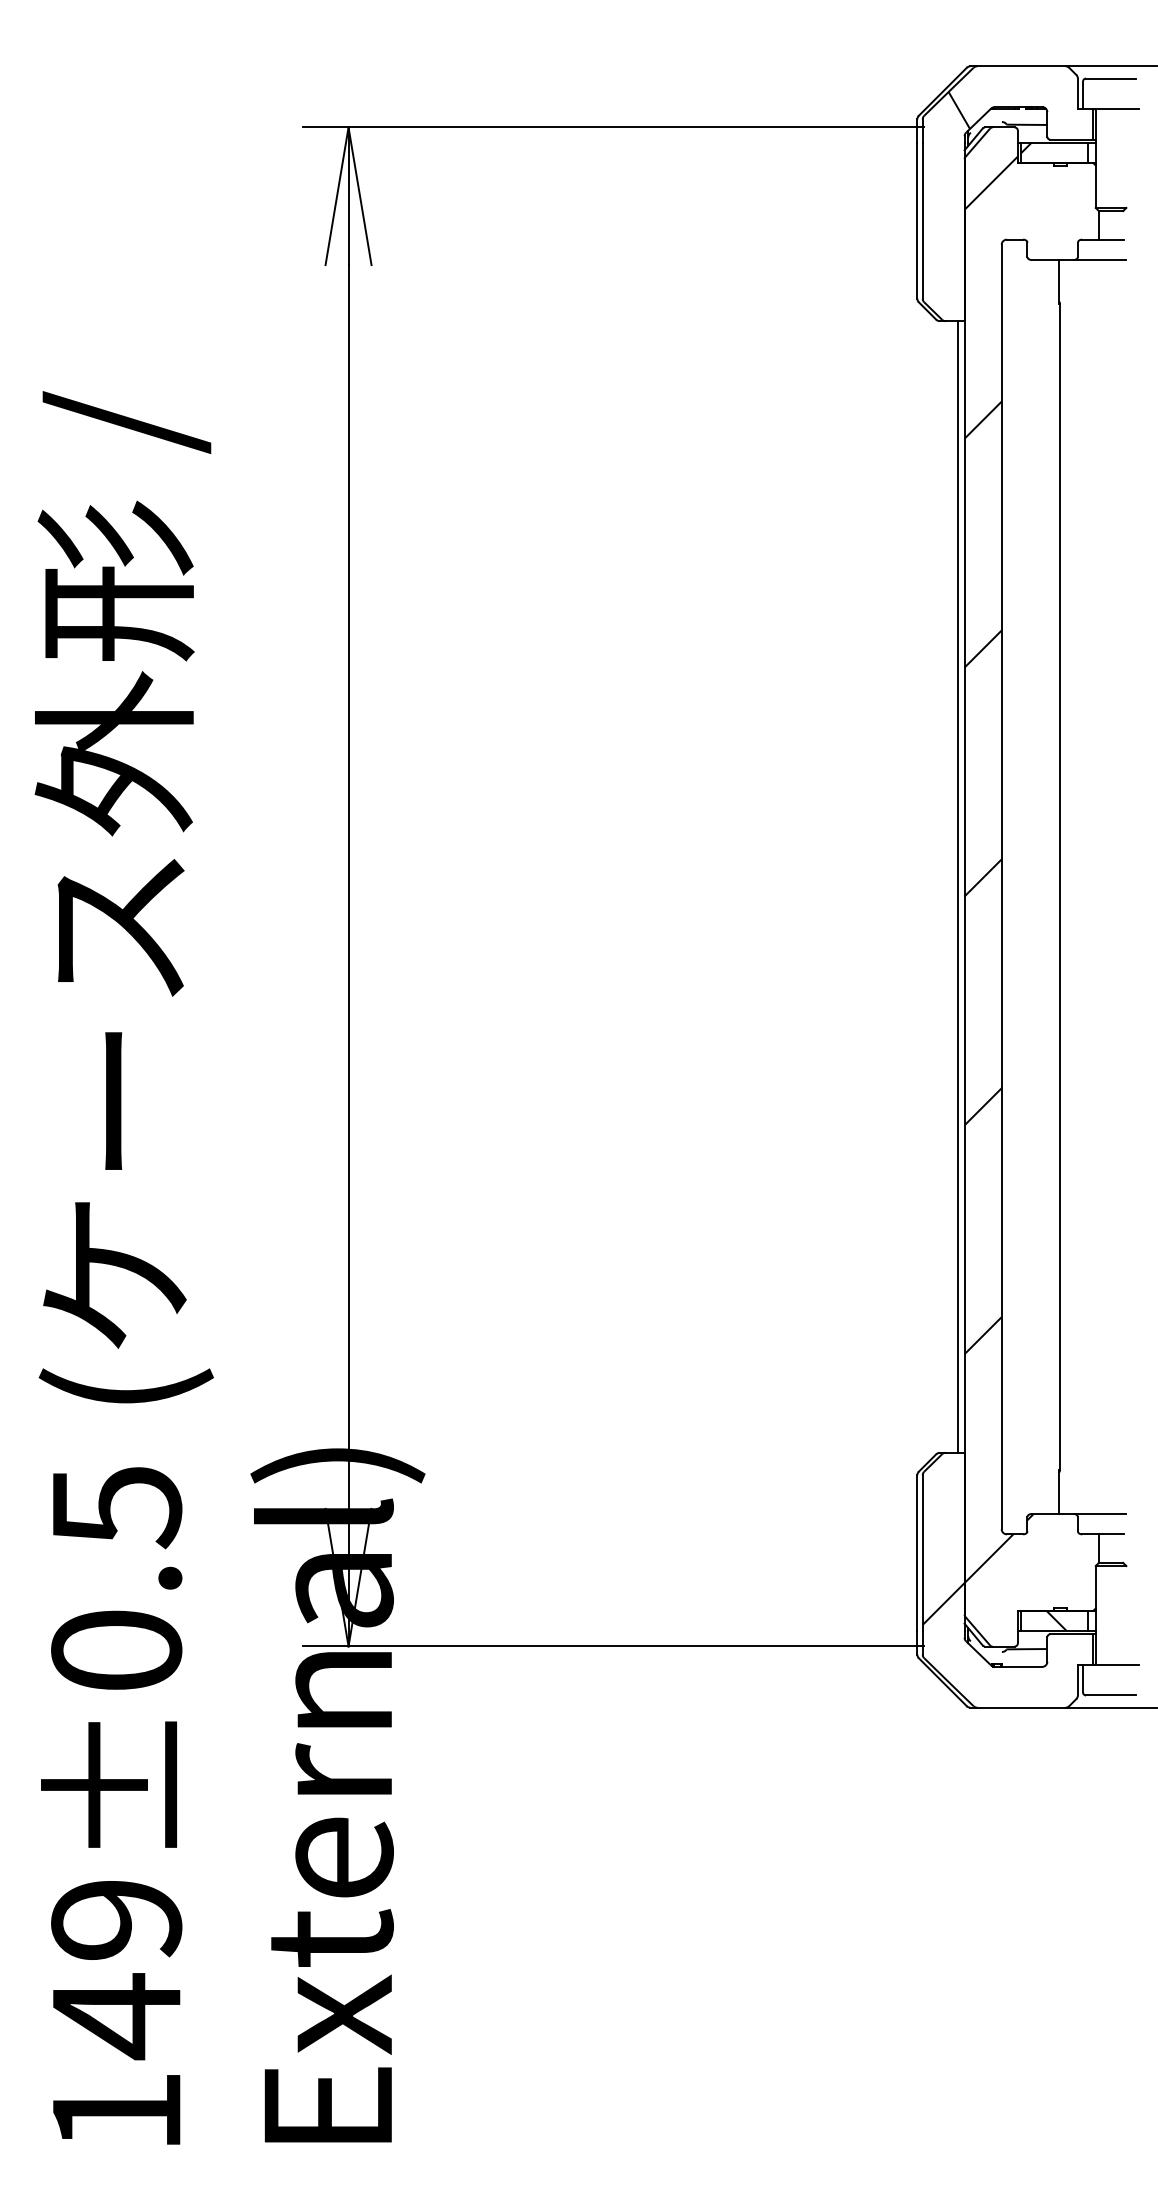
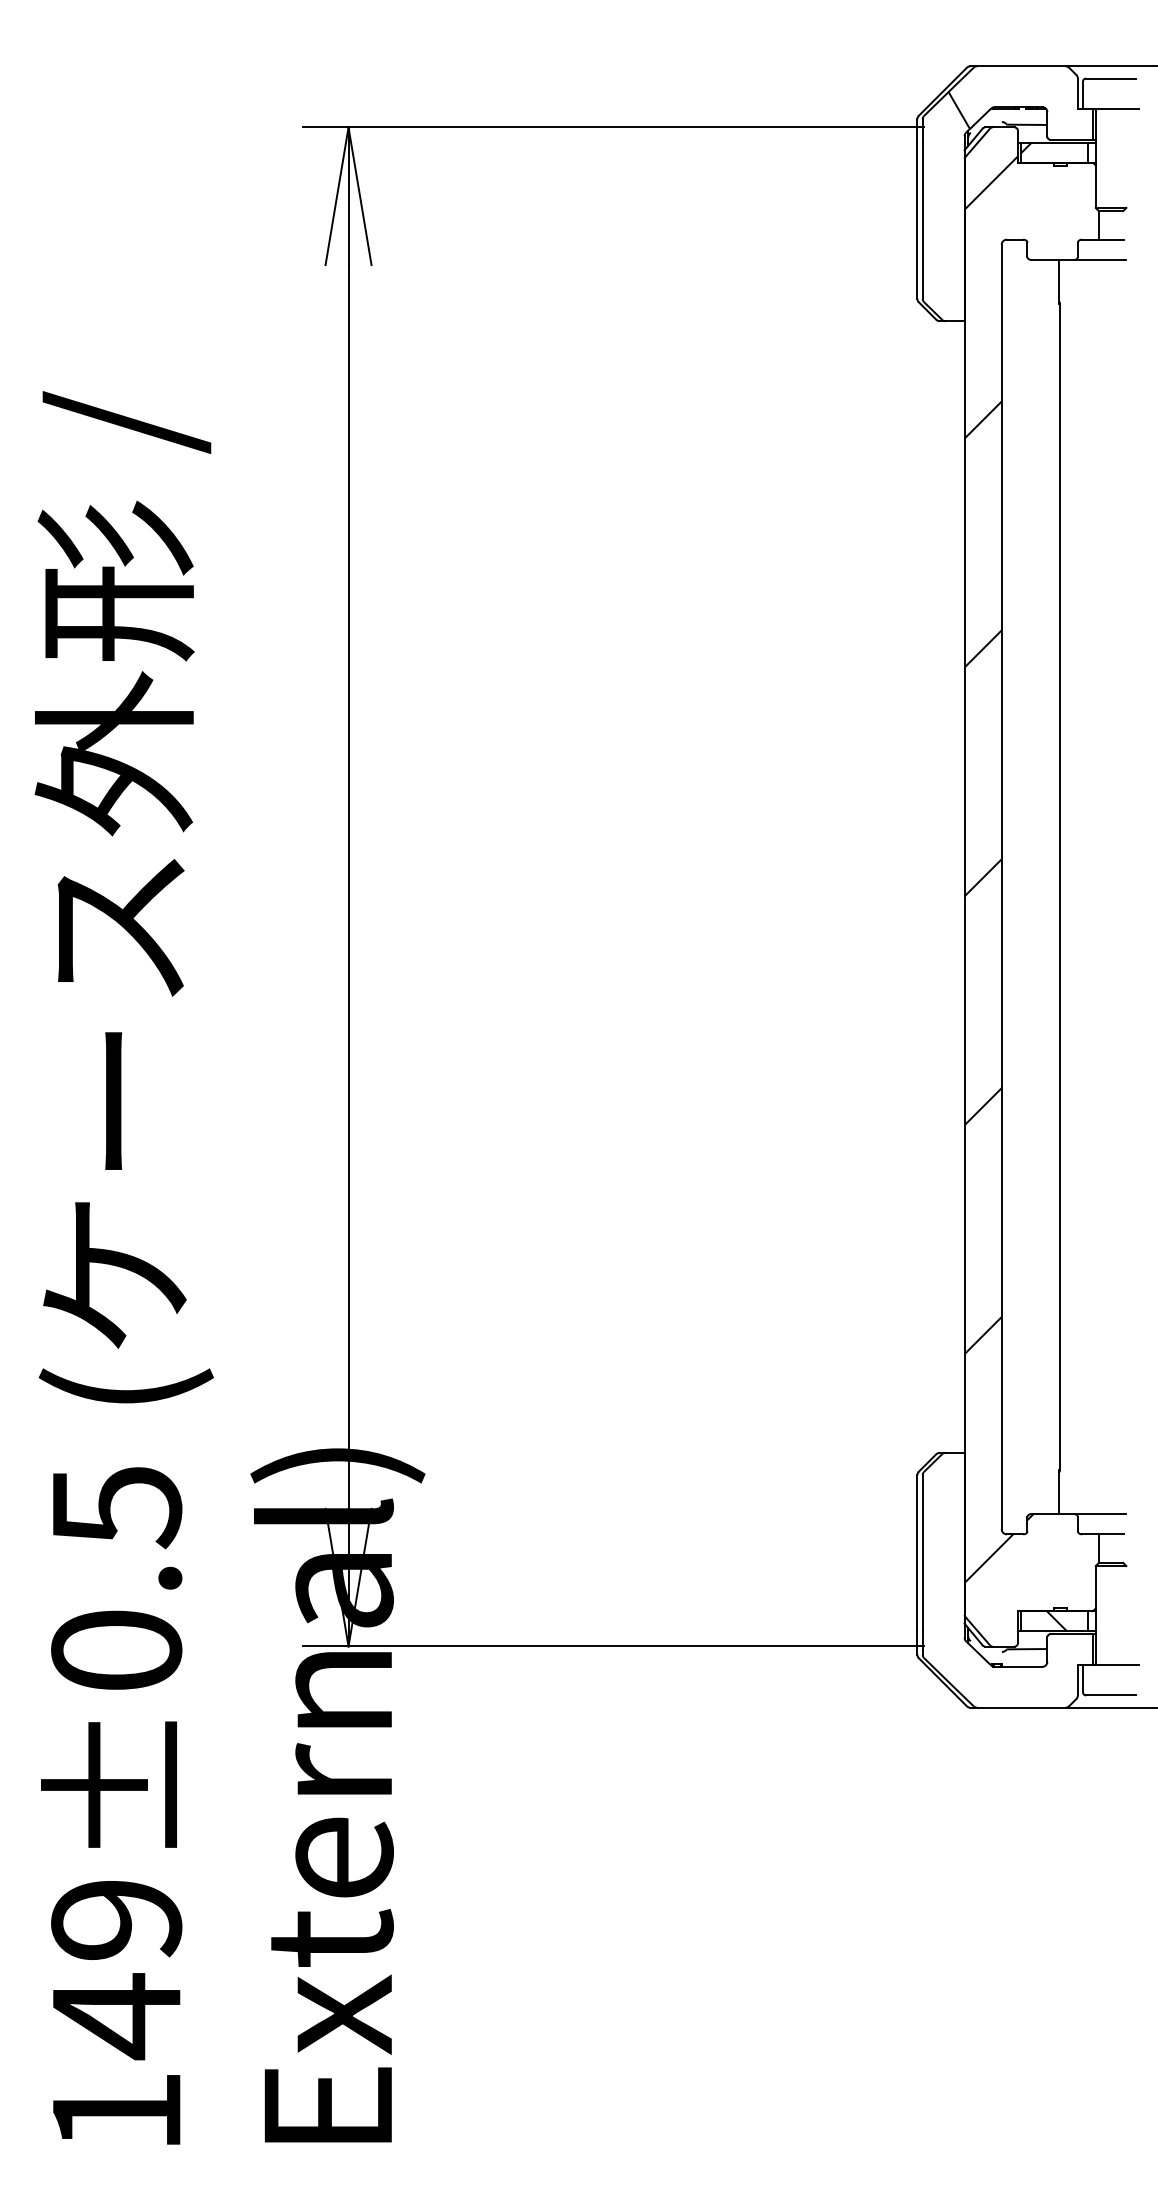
line at (958, 886): present -> none
hatch at (943, 1603): present -> none
